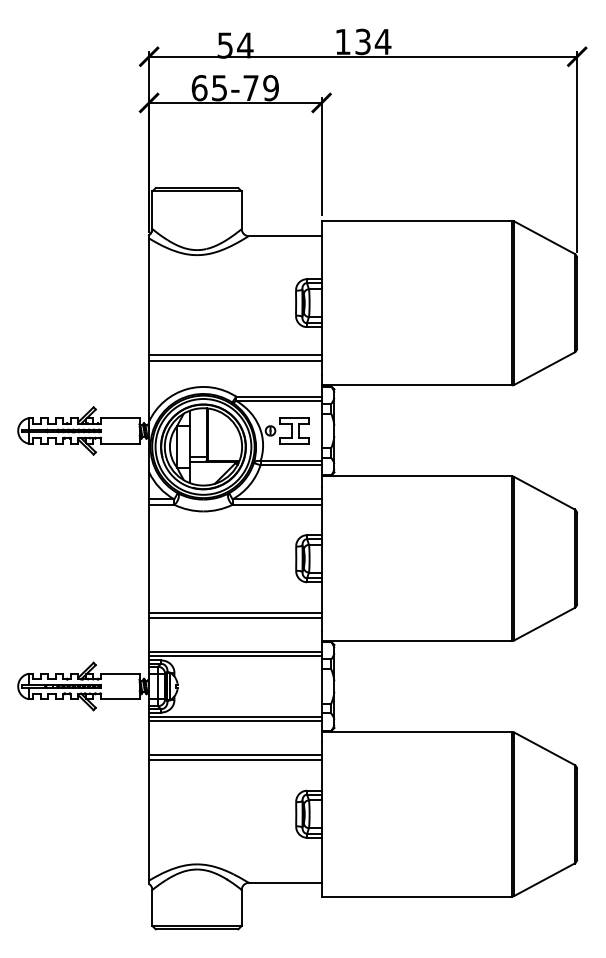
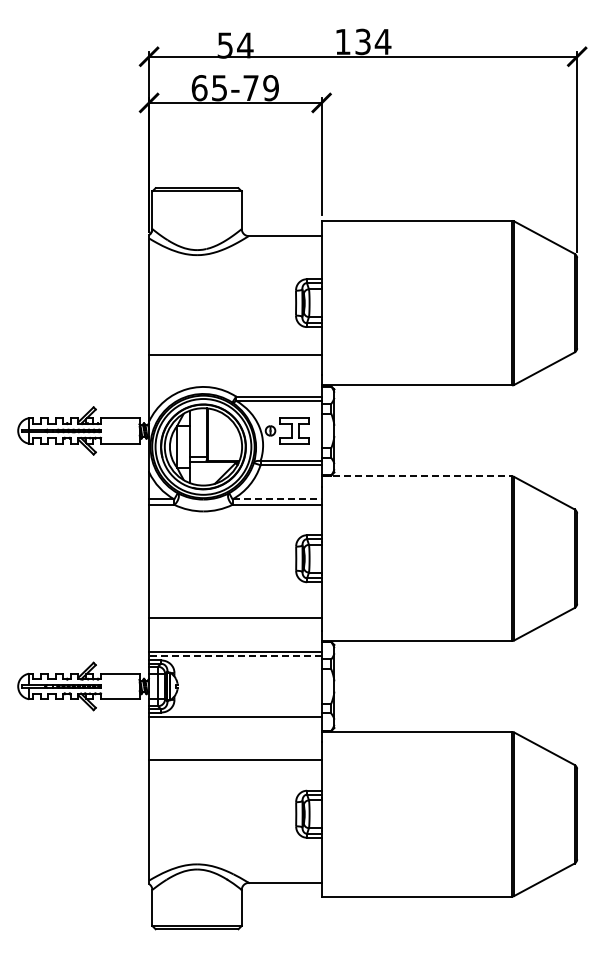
line at (235, 360): present -> none
line at (417, 476): solid -> dashed
line at (277, 499): solid -> dashed
line at (235, 612): present -> none
line at (234, 656): solid -> dashed
line at (235, 720): present -> none
line at (235, 754): present -> none
